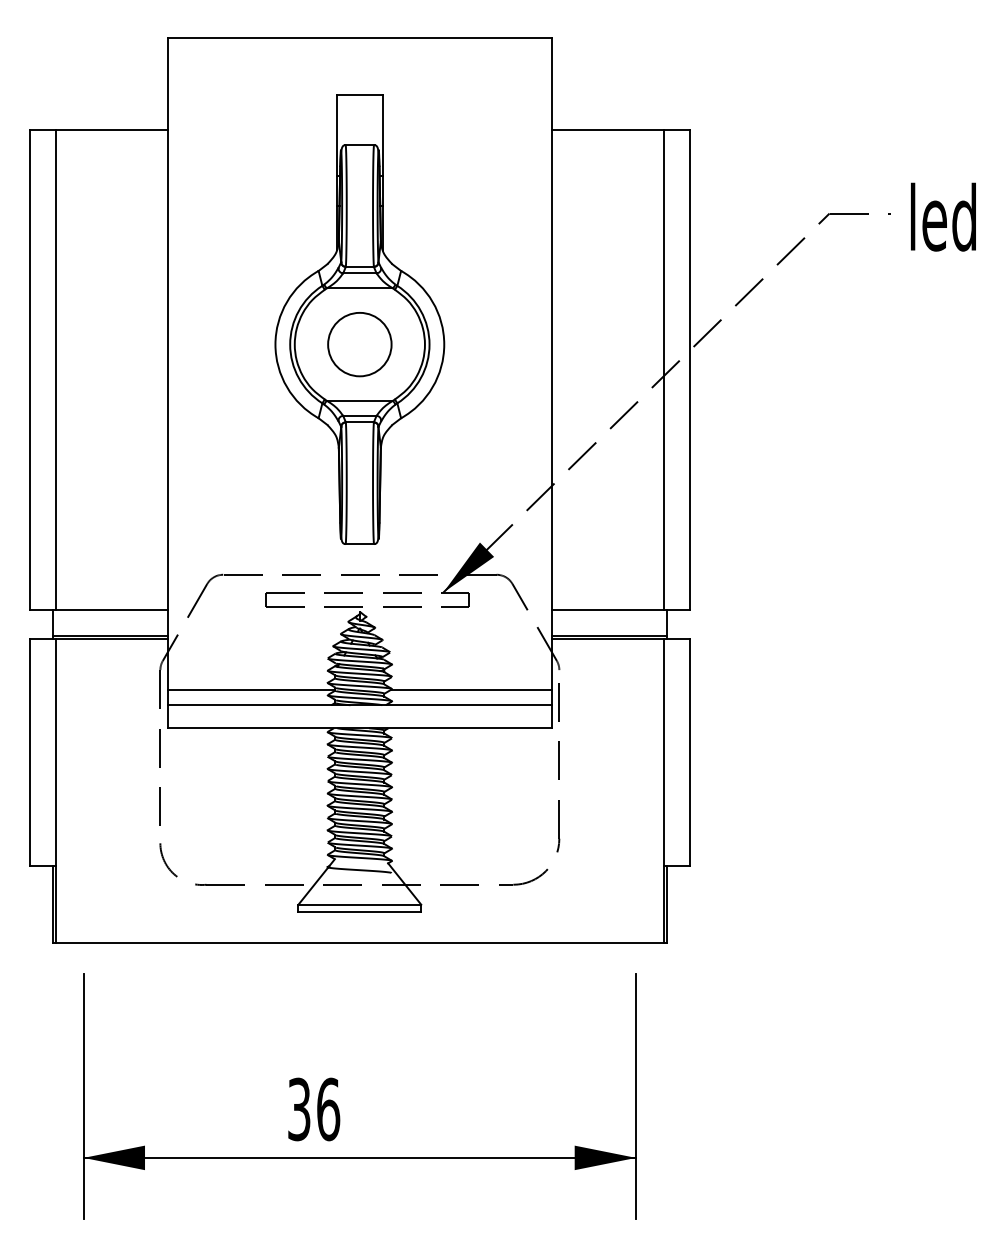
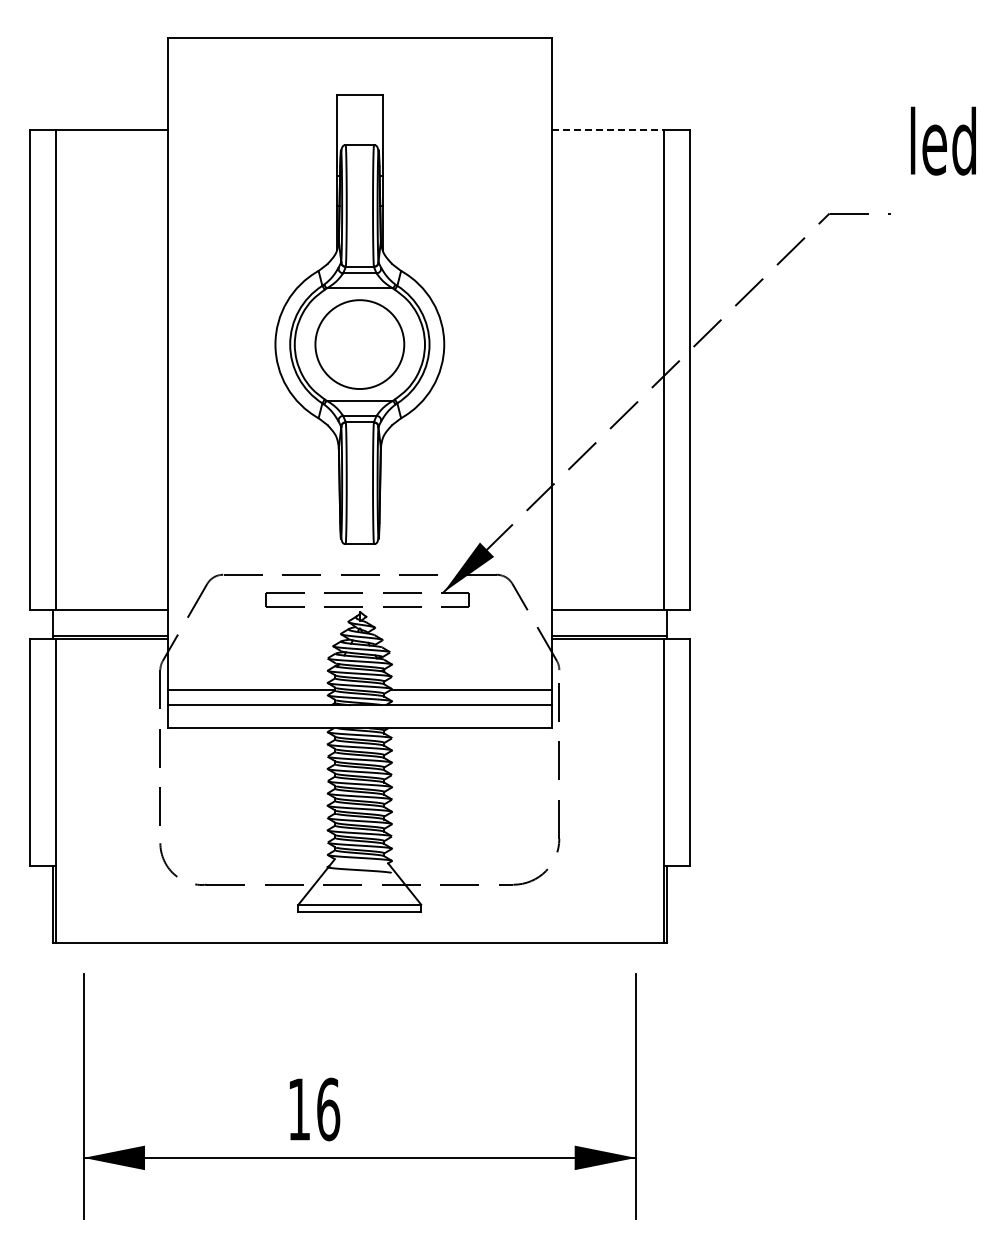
line at (608, 129): solid -> dashed
text at (943, 216) position: (943, 216) -> (943, 140)
circle at (359, 344) diameter: 63 px -> 89 px
text at (299, 1109): 36 -> 16
